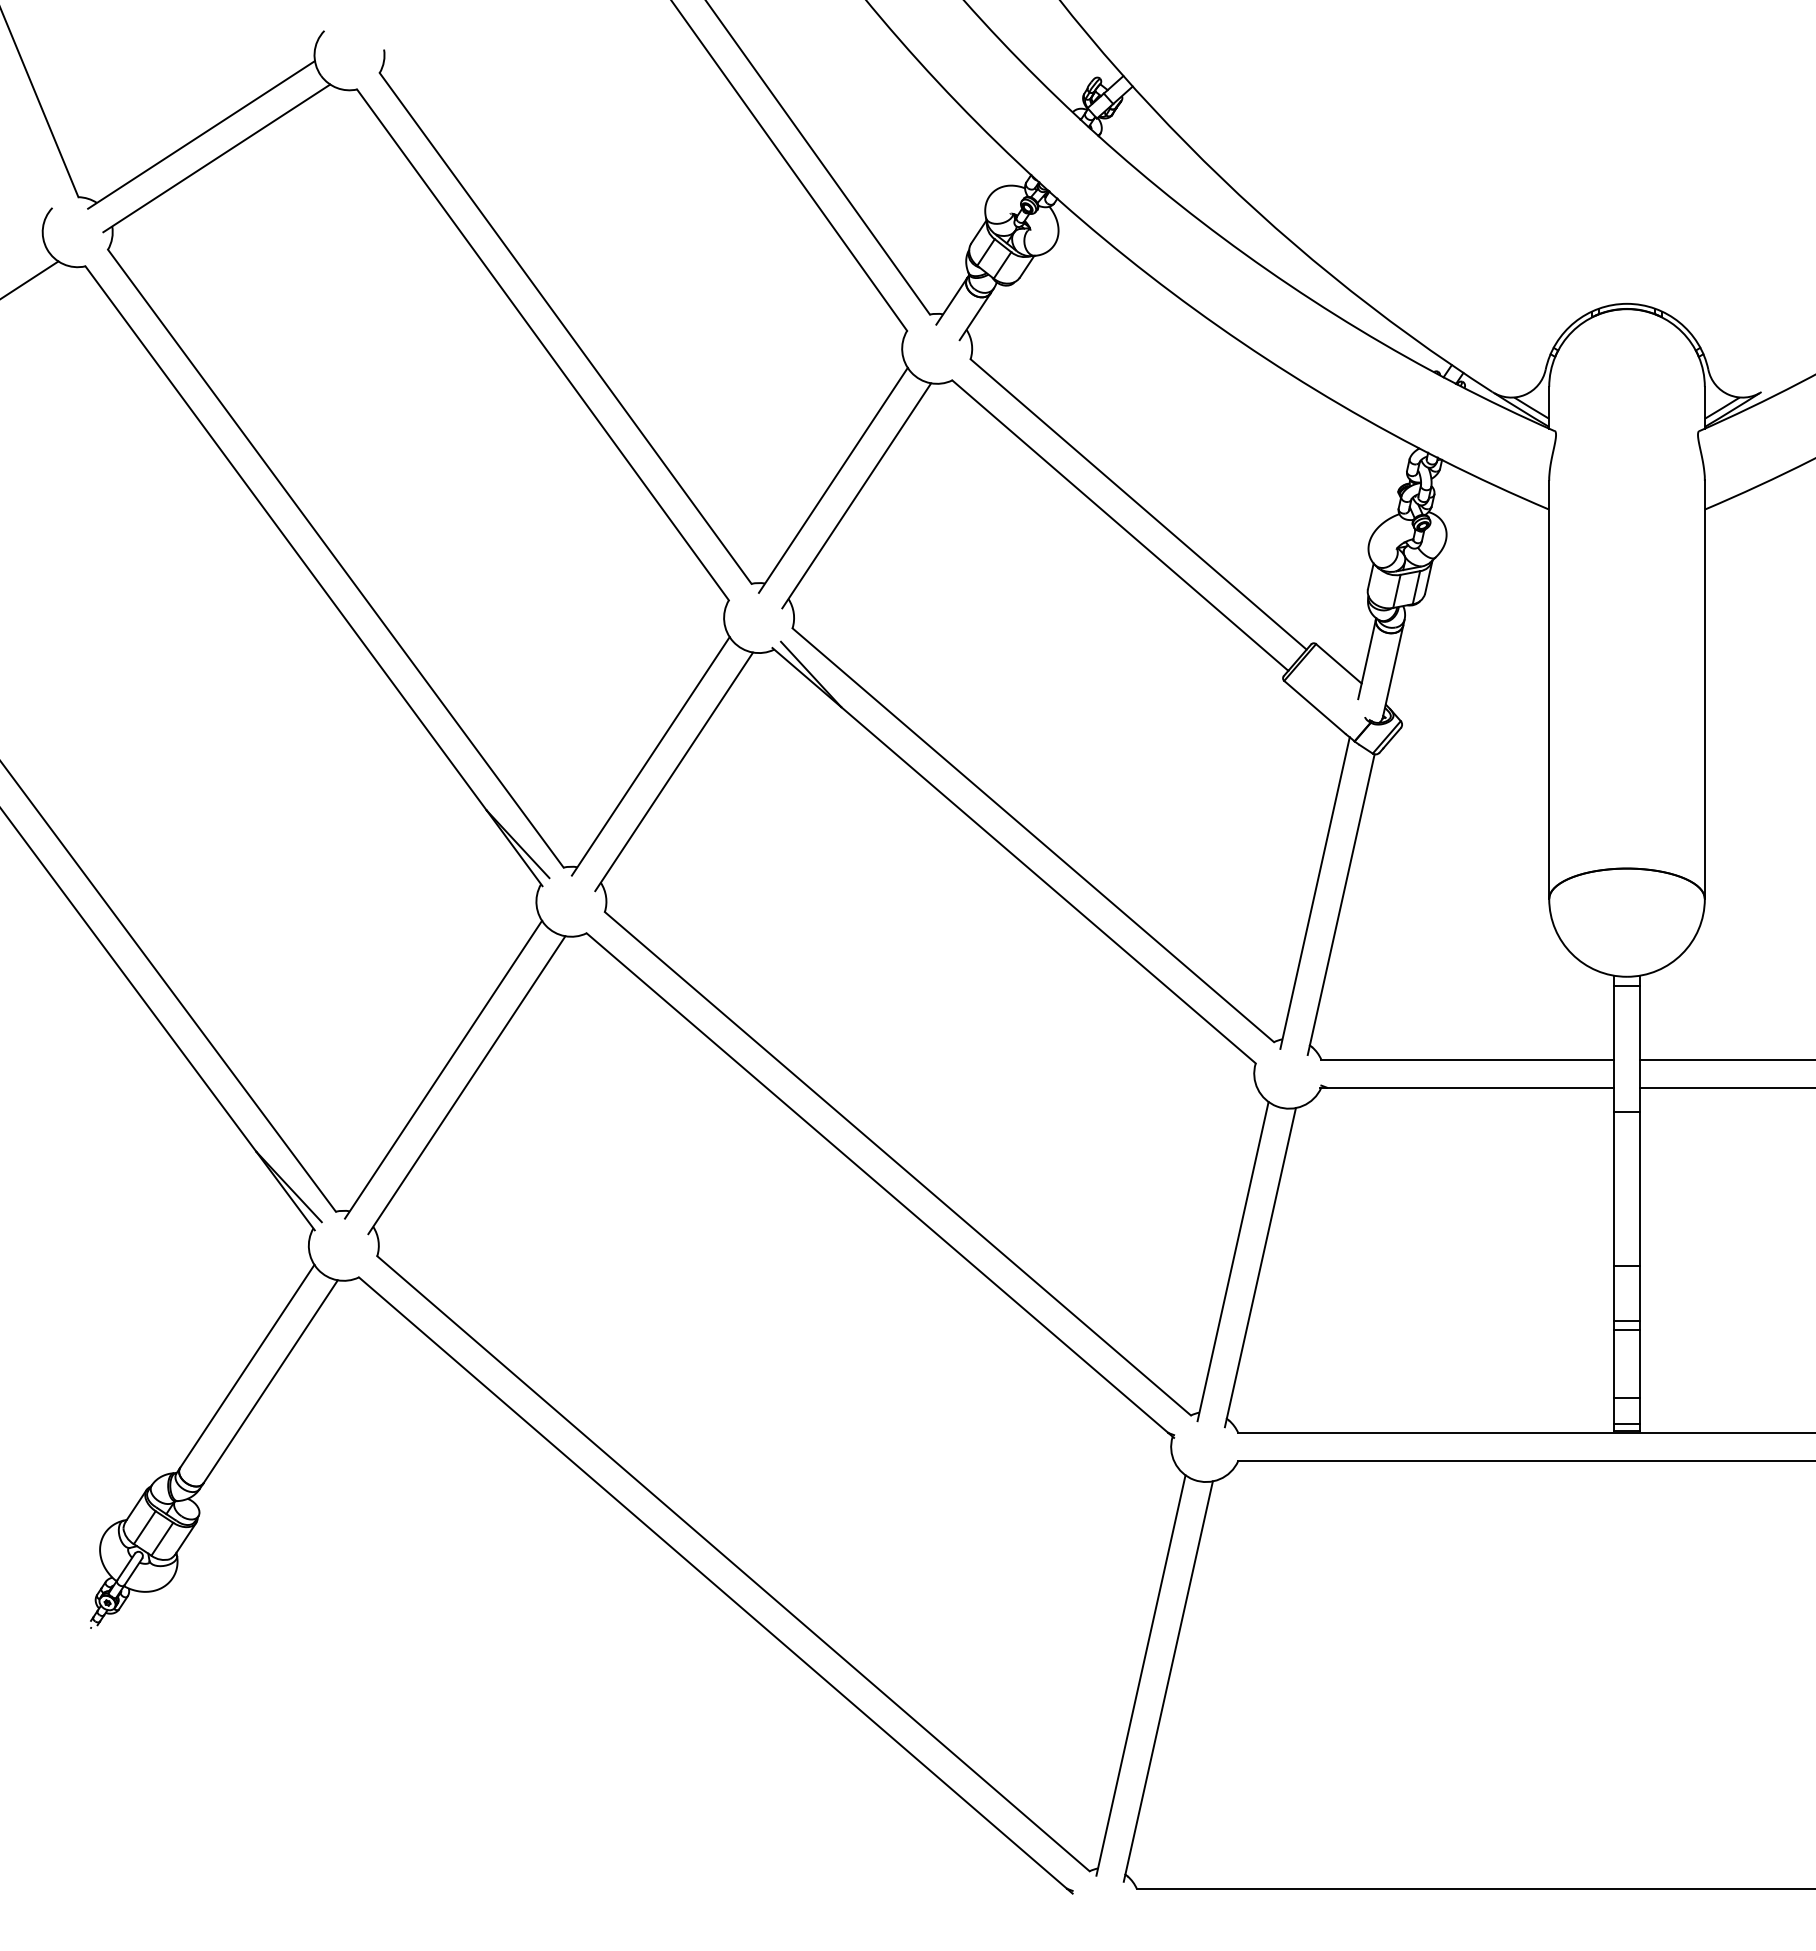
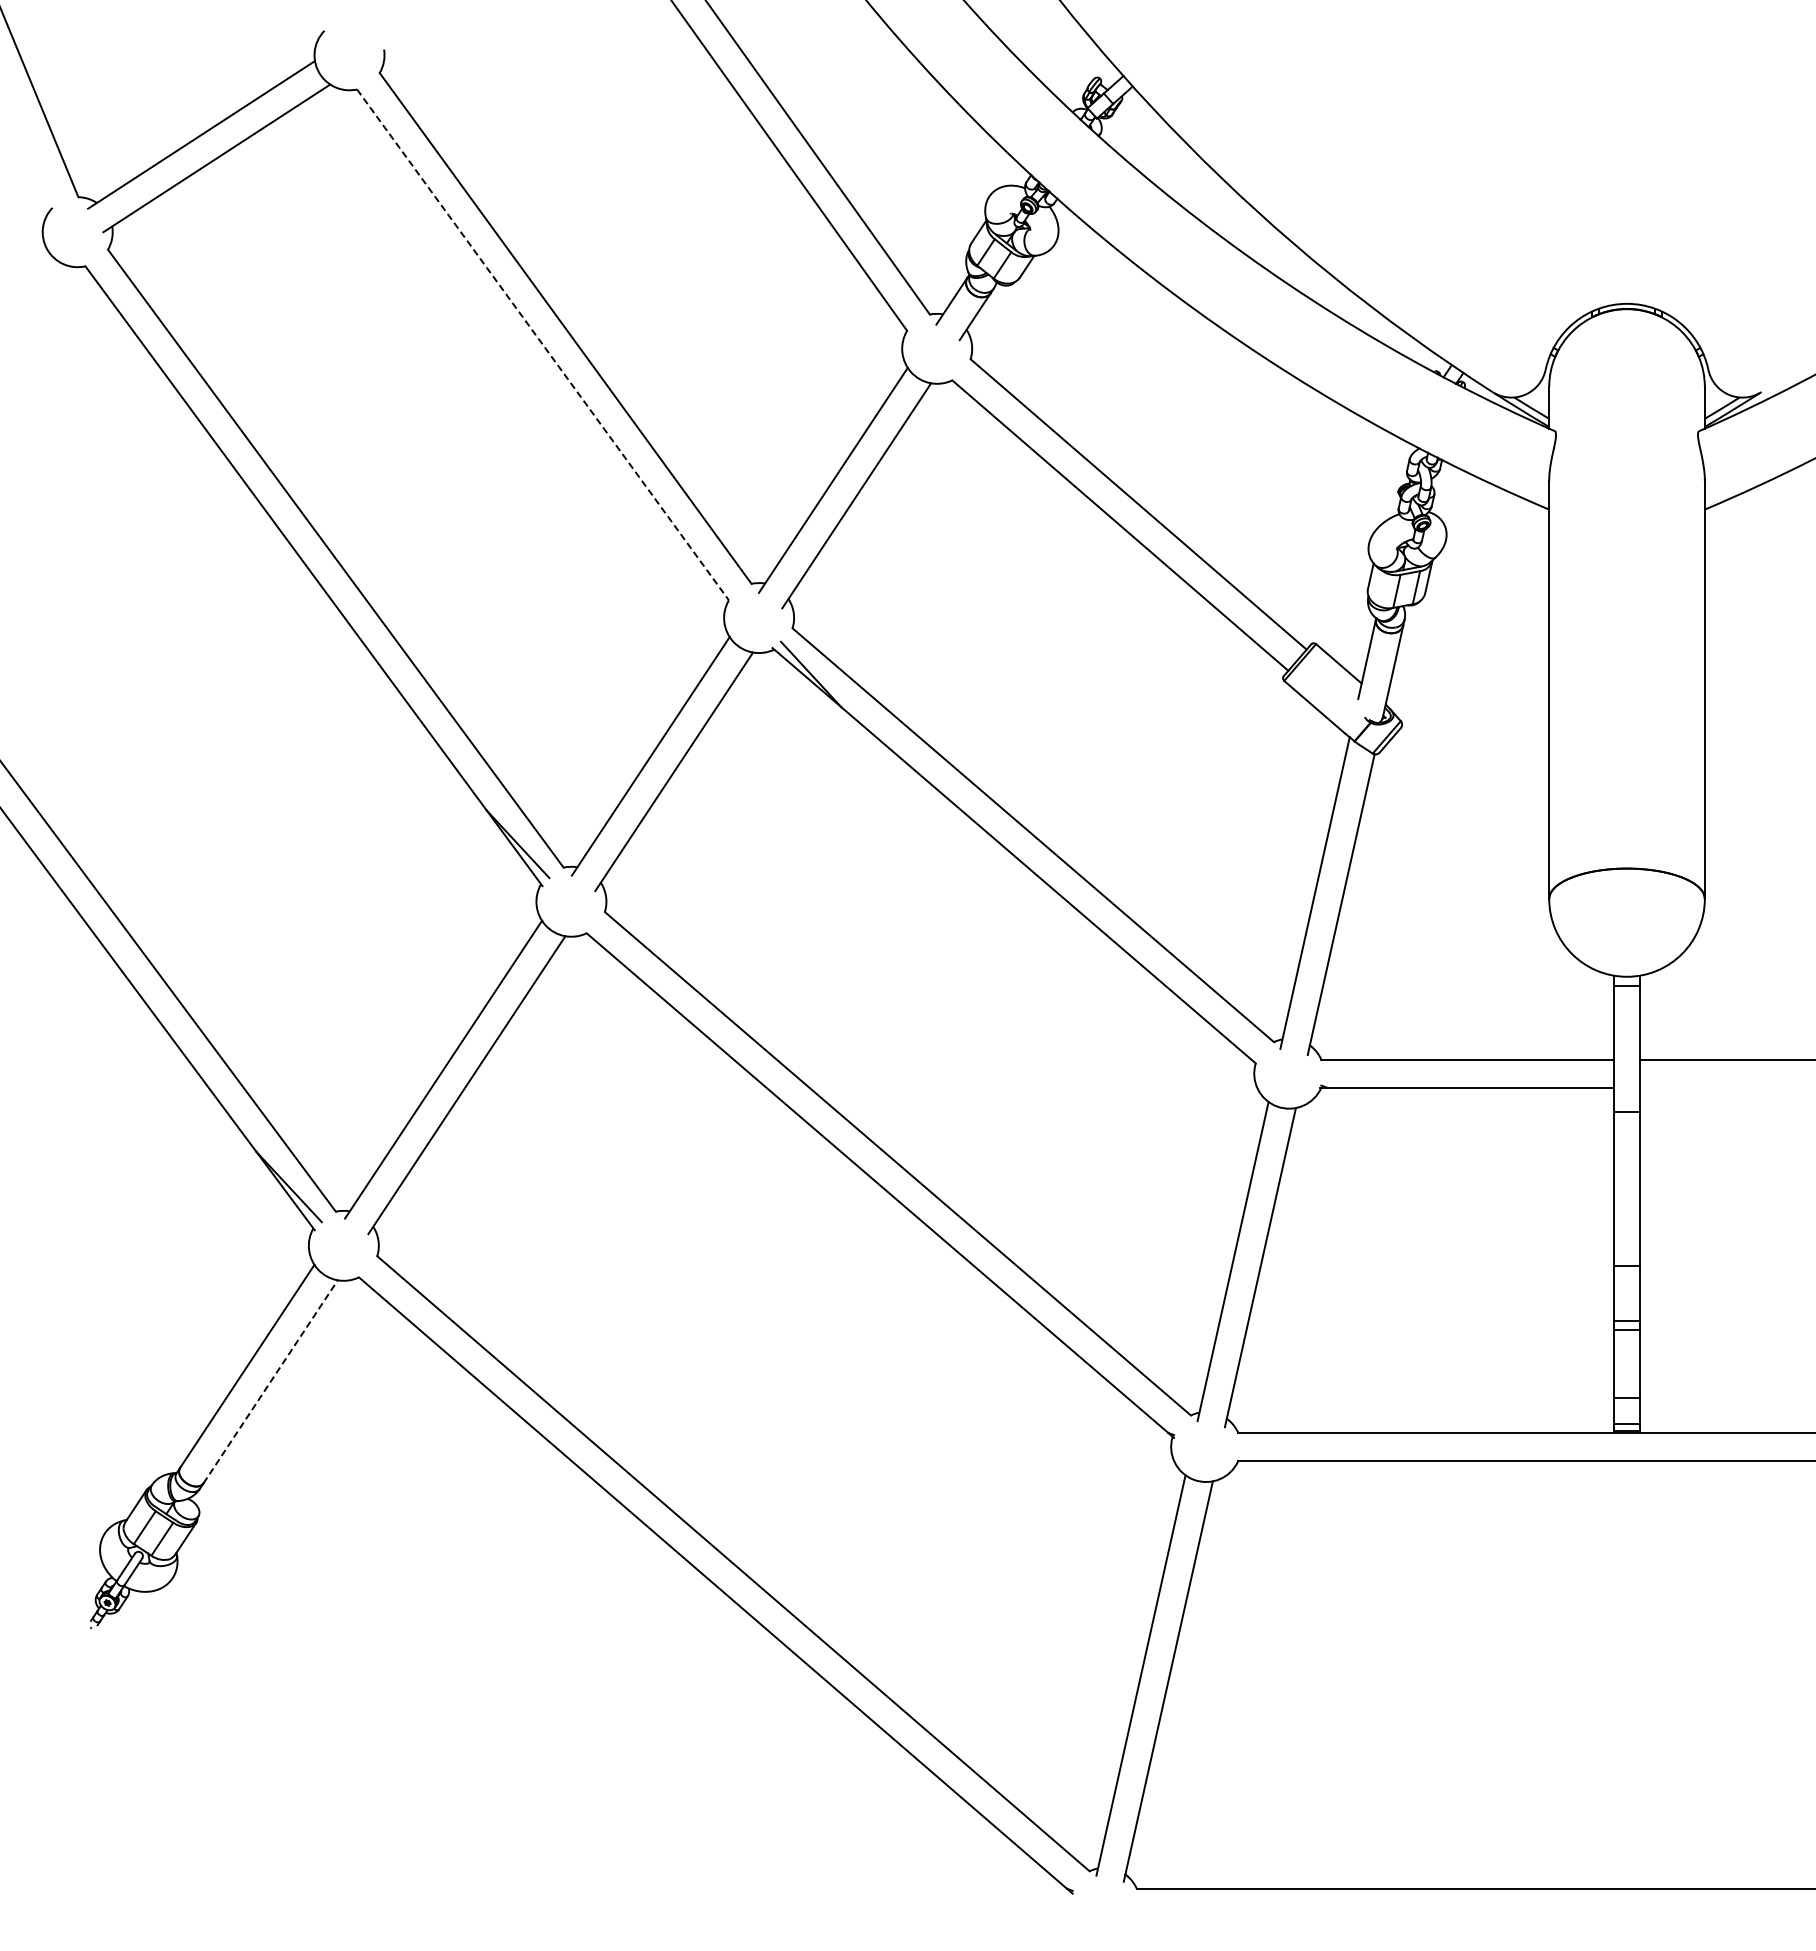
line at (30, 279): present -> none
line at (543, 344): solid -> dashed
line at (1726, 1087): present -> none
line at (270, 1381): solid -> dashed
